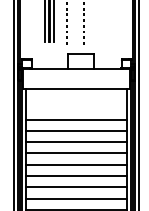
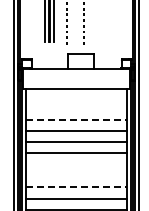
line at (76, 119): solid -> dashed
line at (76, 164): present -> none
line at (76, 176): present -> none
line at (76, 187): solid -> dashed
